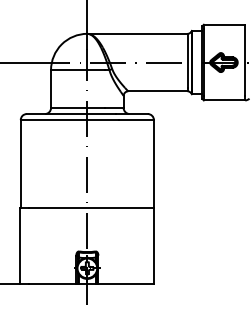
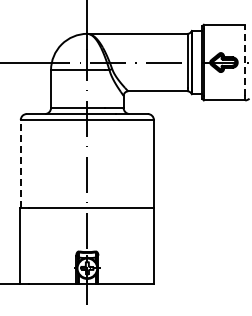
line at (245, 60): solid -> dashed
line at (20, 163): solid -> dashed
